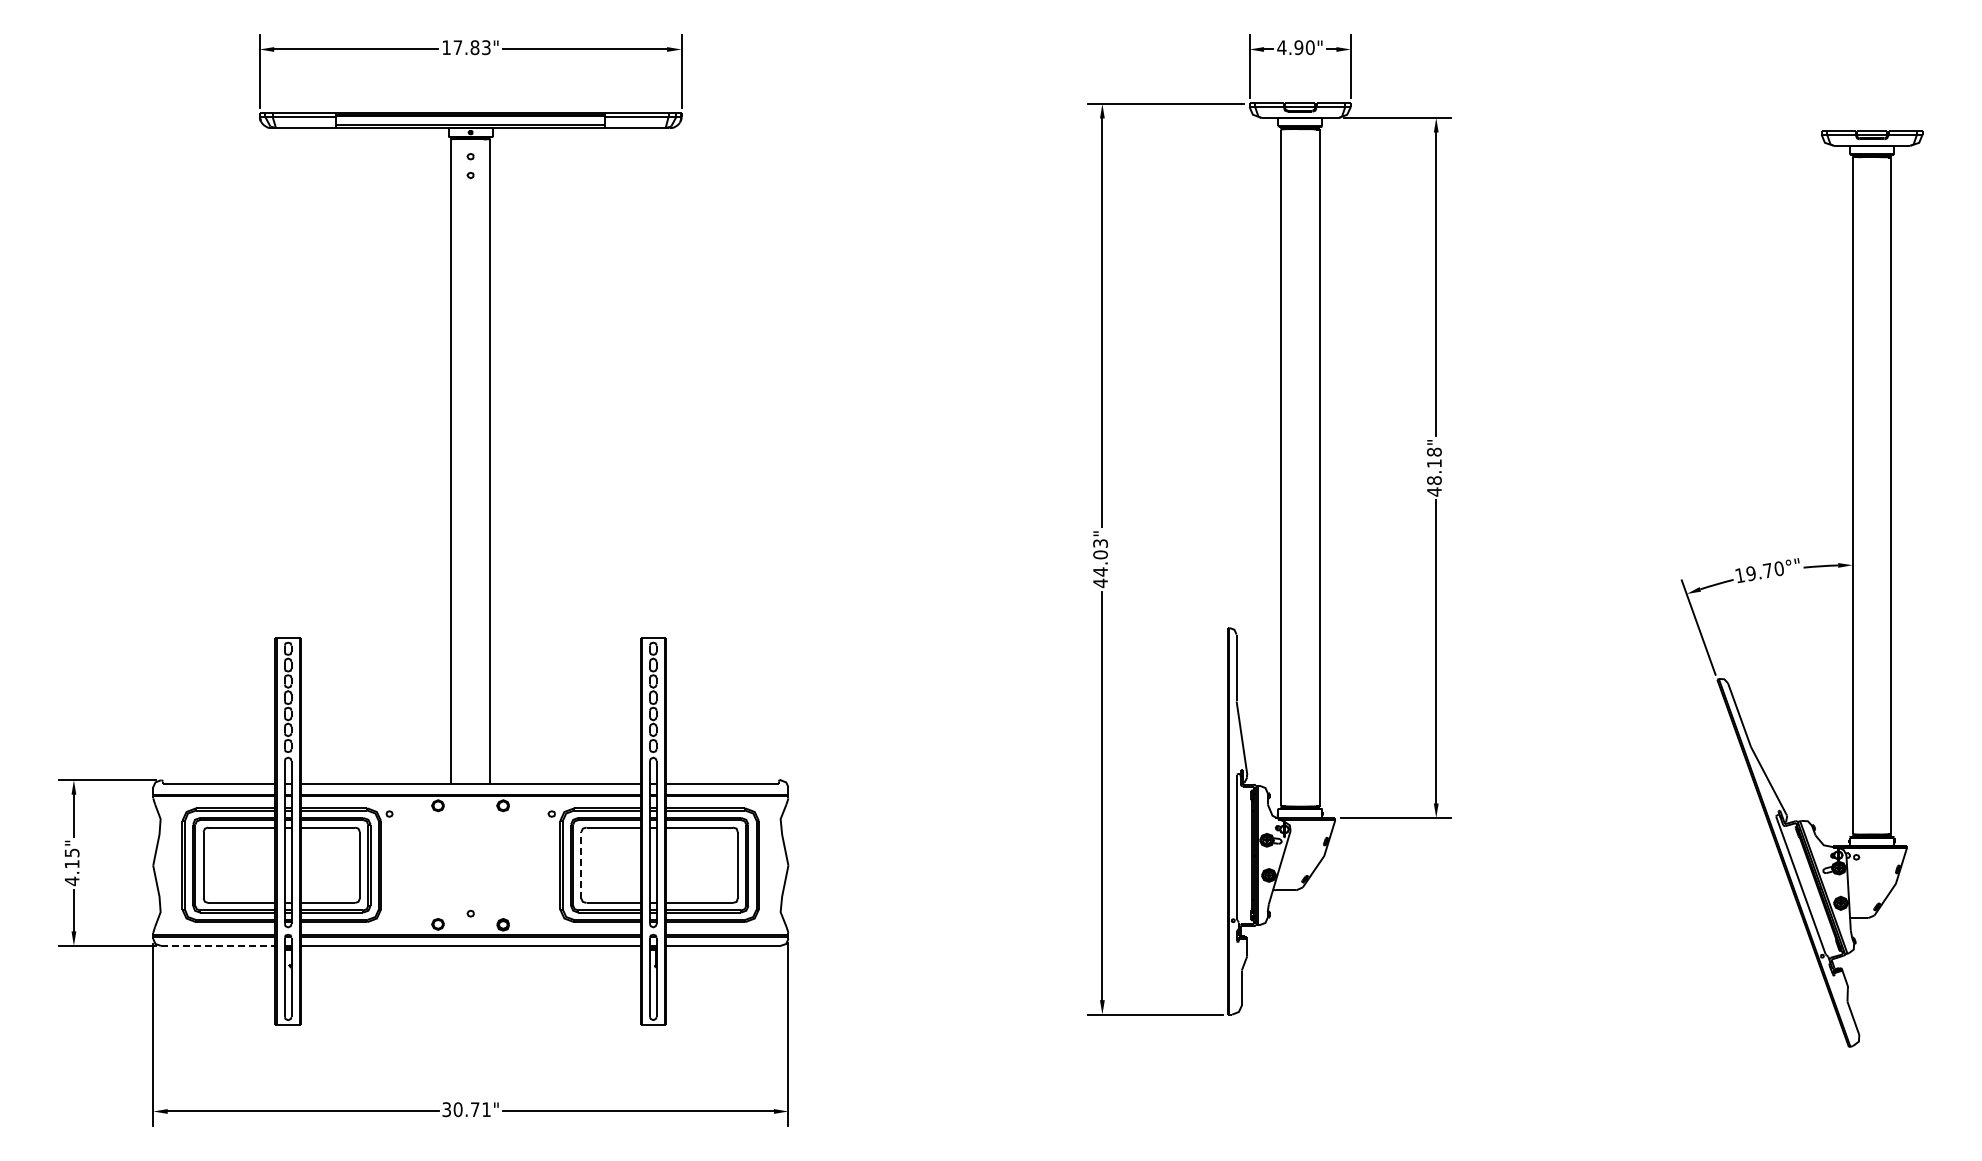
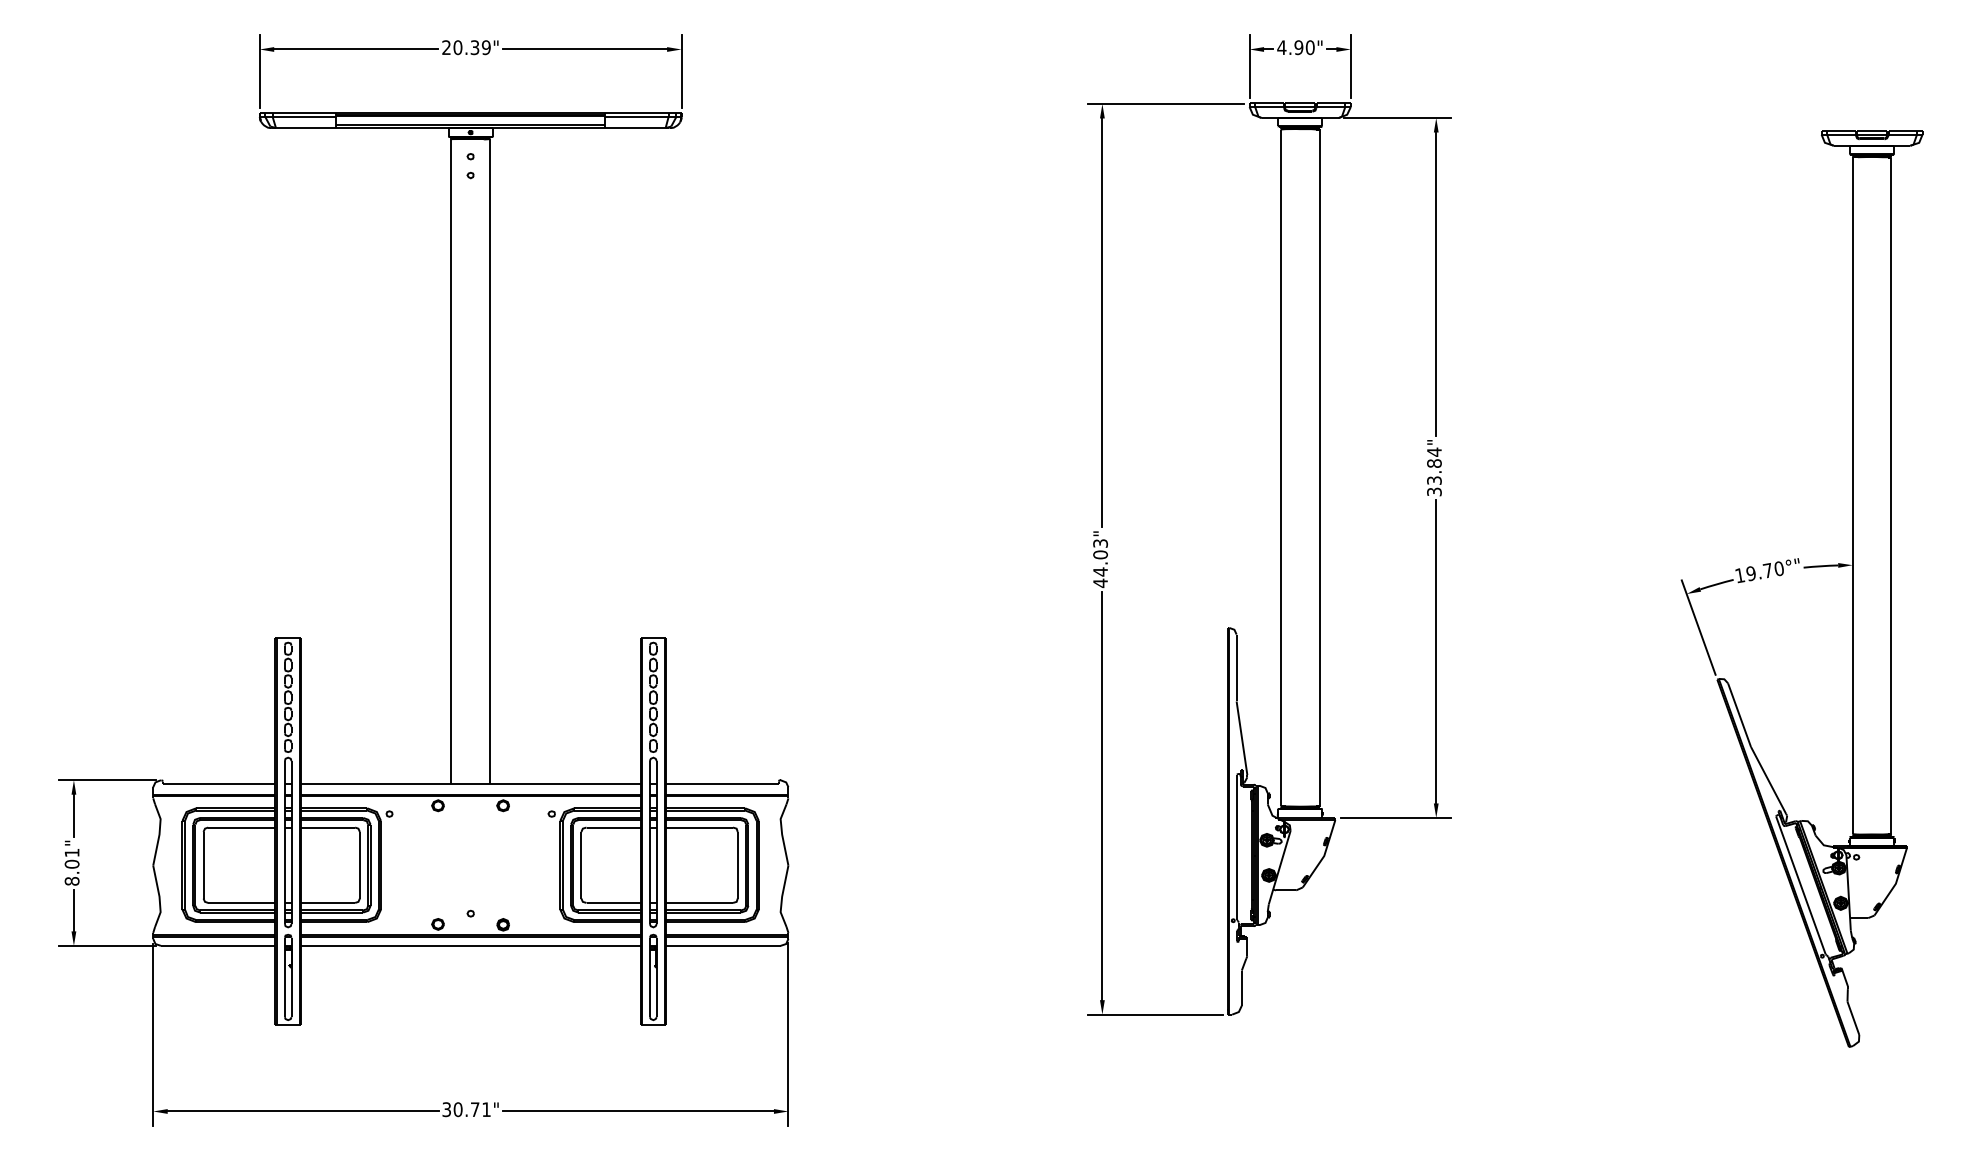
text at (466, 47): 17.83" -> 20.39"
text at (1434, 471): 48.18" -> 33.84"
line at (581, 864): dashed -> solid
text at (71, 867): 4.15" -> 8.01"
line at (218, 945): dashed -> solid
